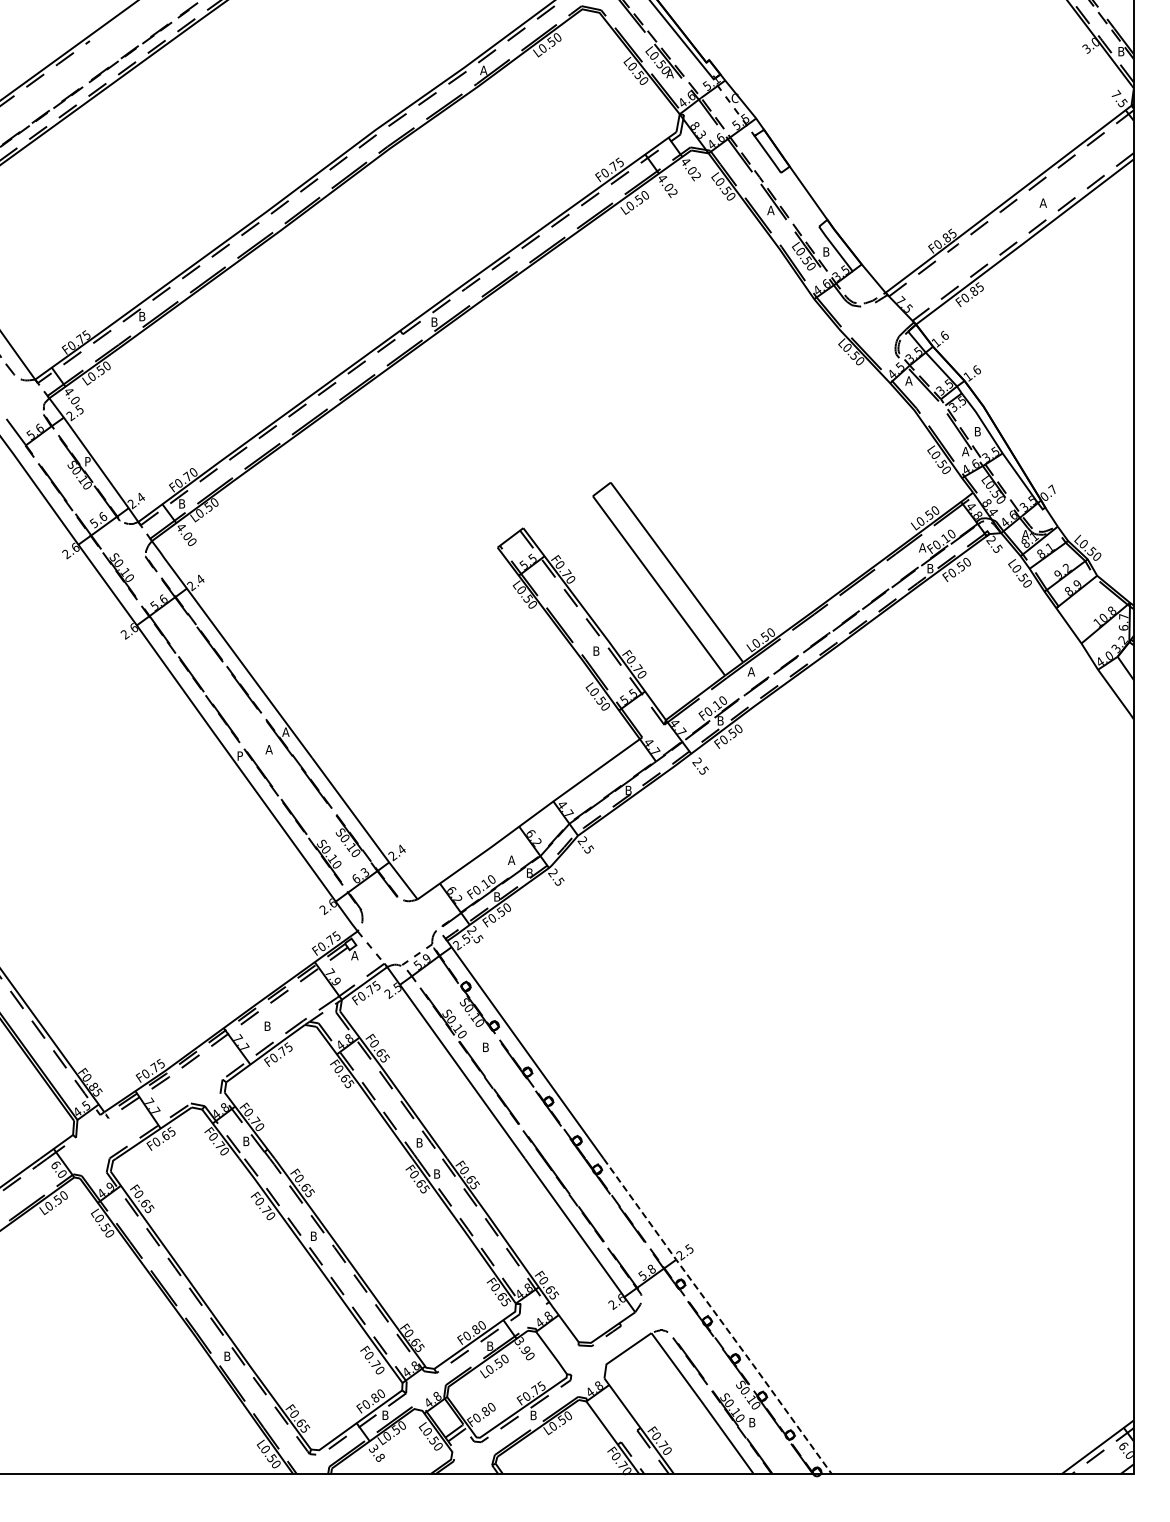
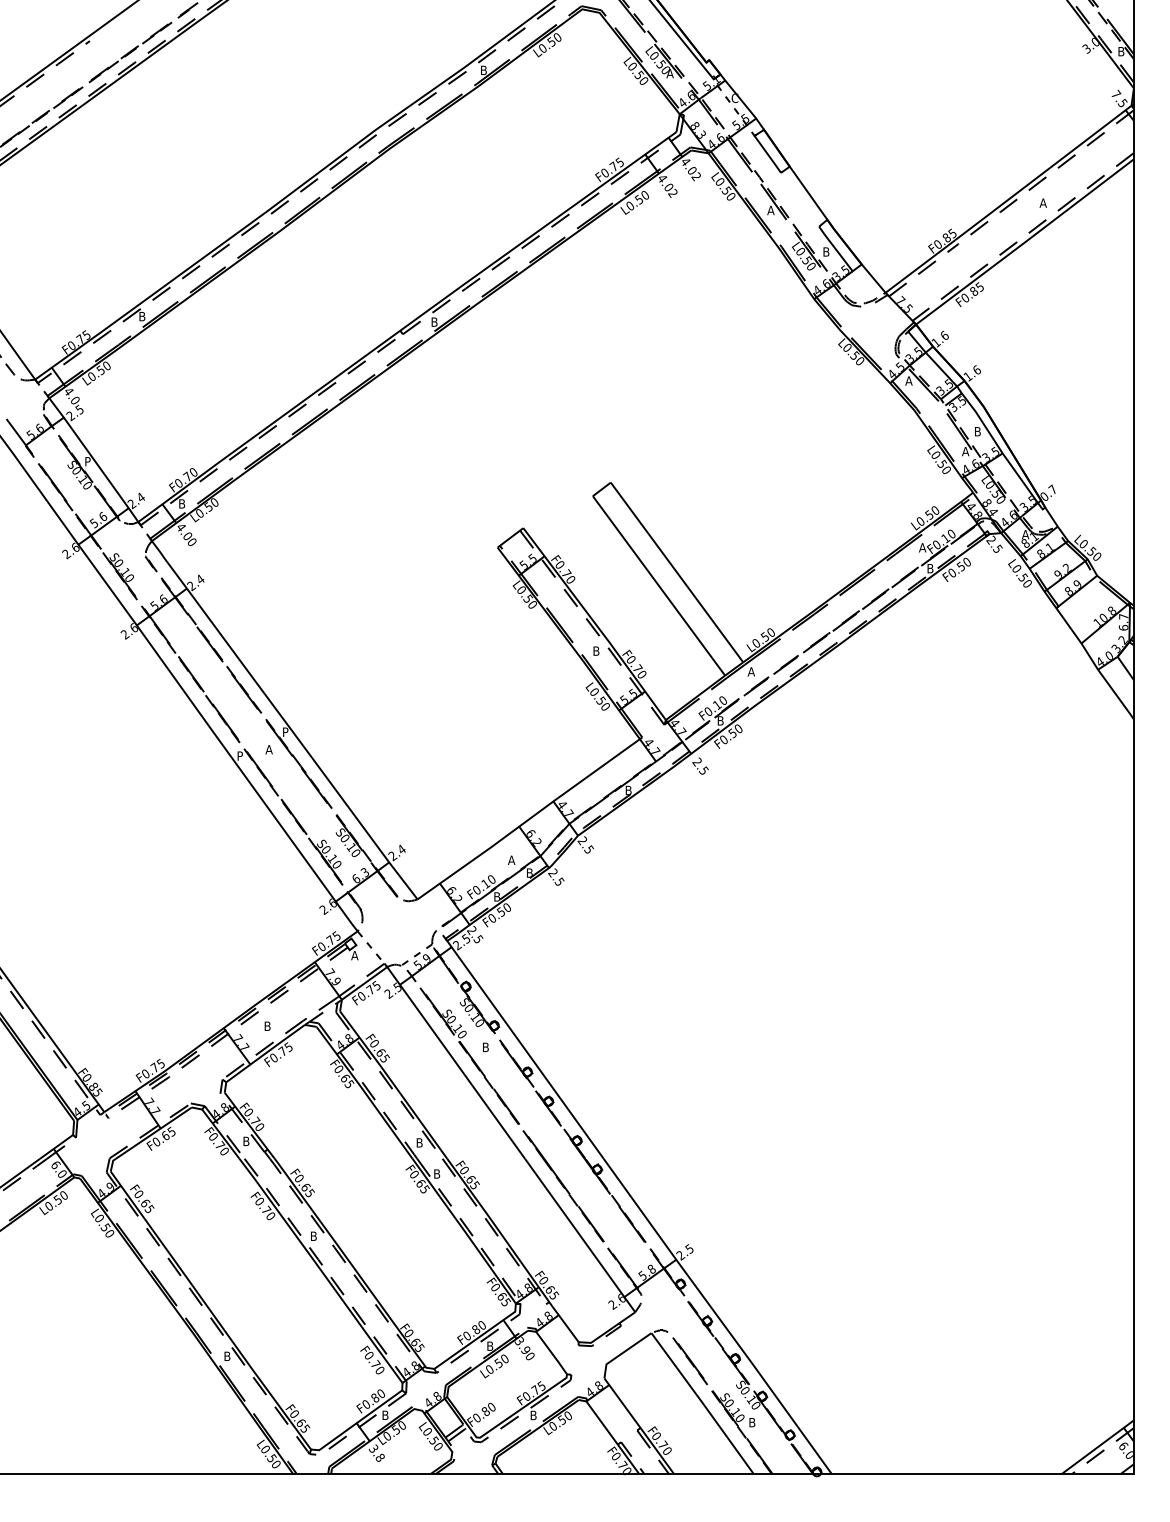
text at (483, 70): A -> B
text at (285, 731): A -> P
line at (718, 1316): dashed -> solid
